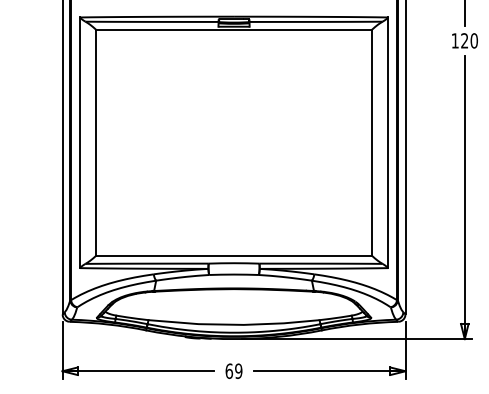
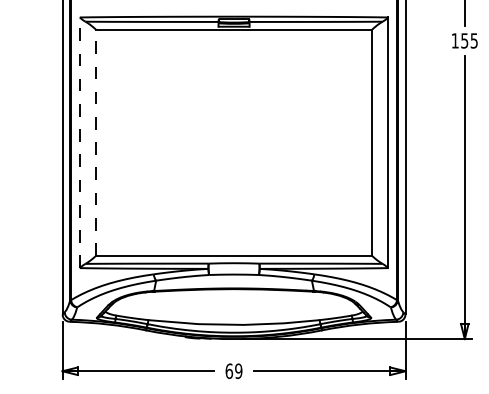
text at (469, 40): 120 -> 155
line at (79, 142): solid -> dashed
line at (96, 142): solid -> dashed
